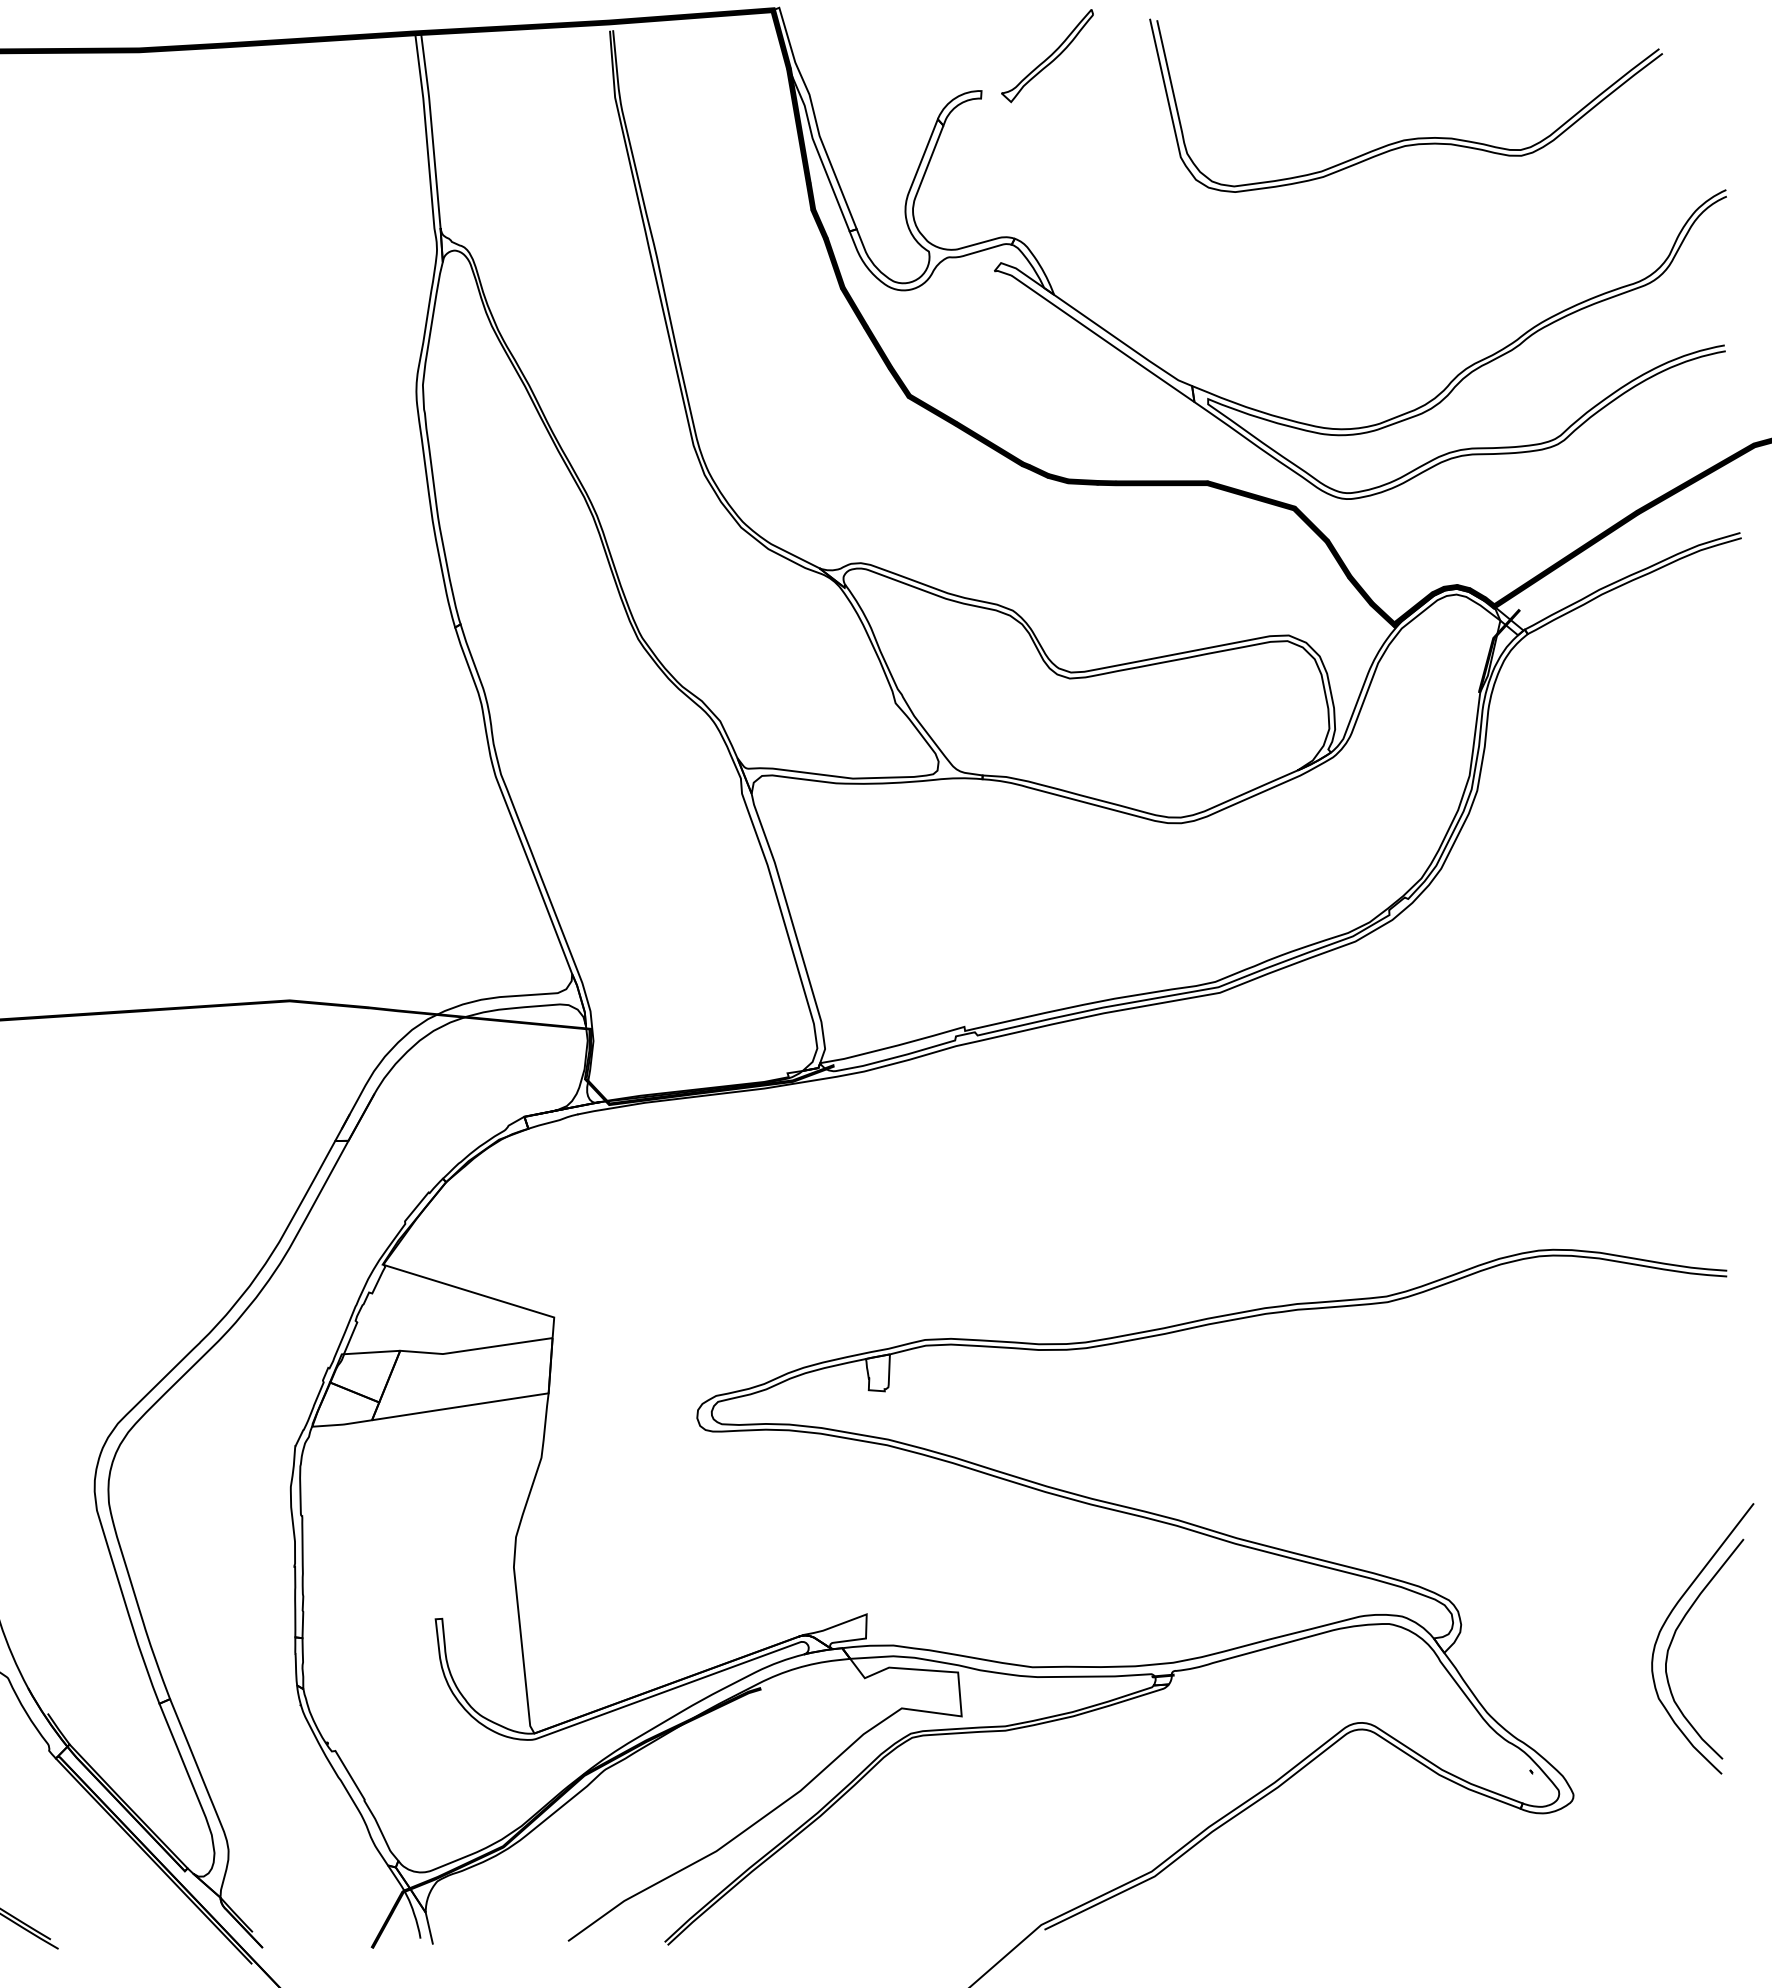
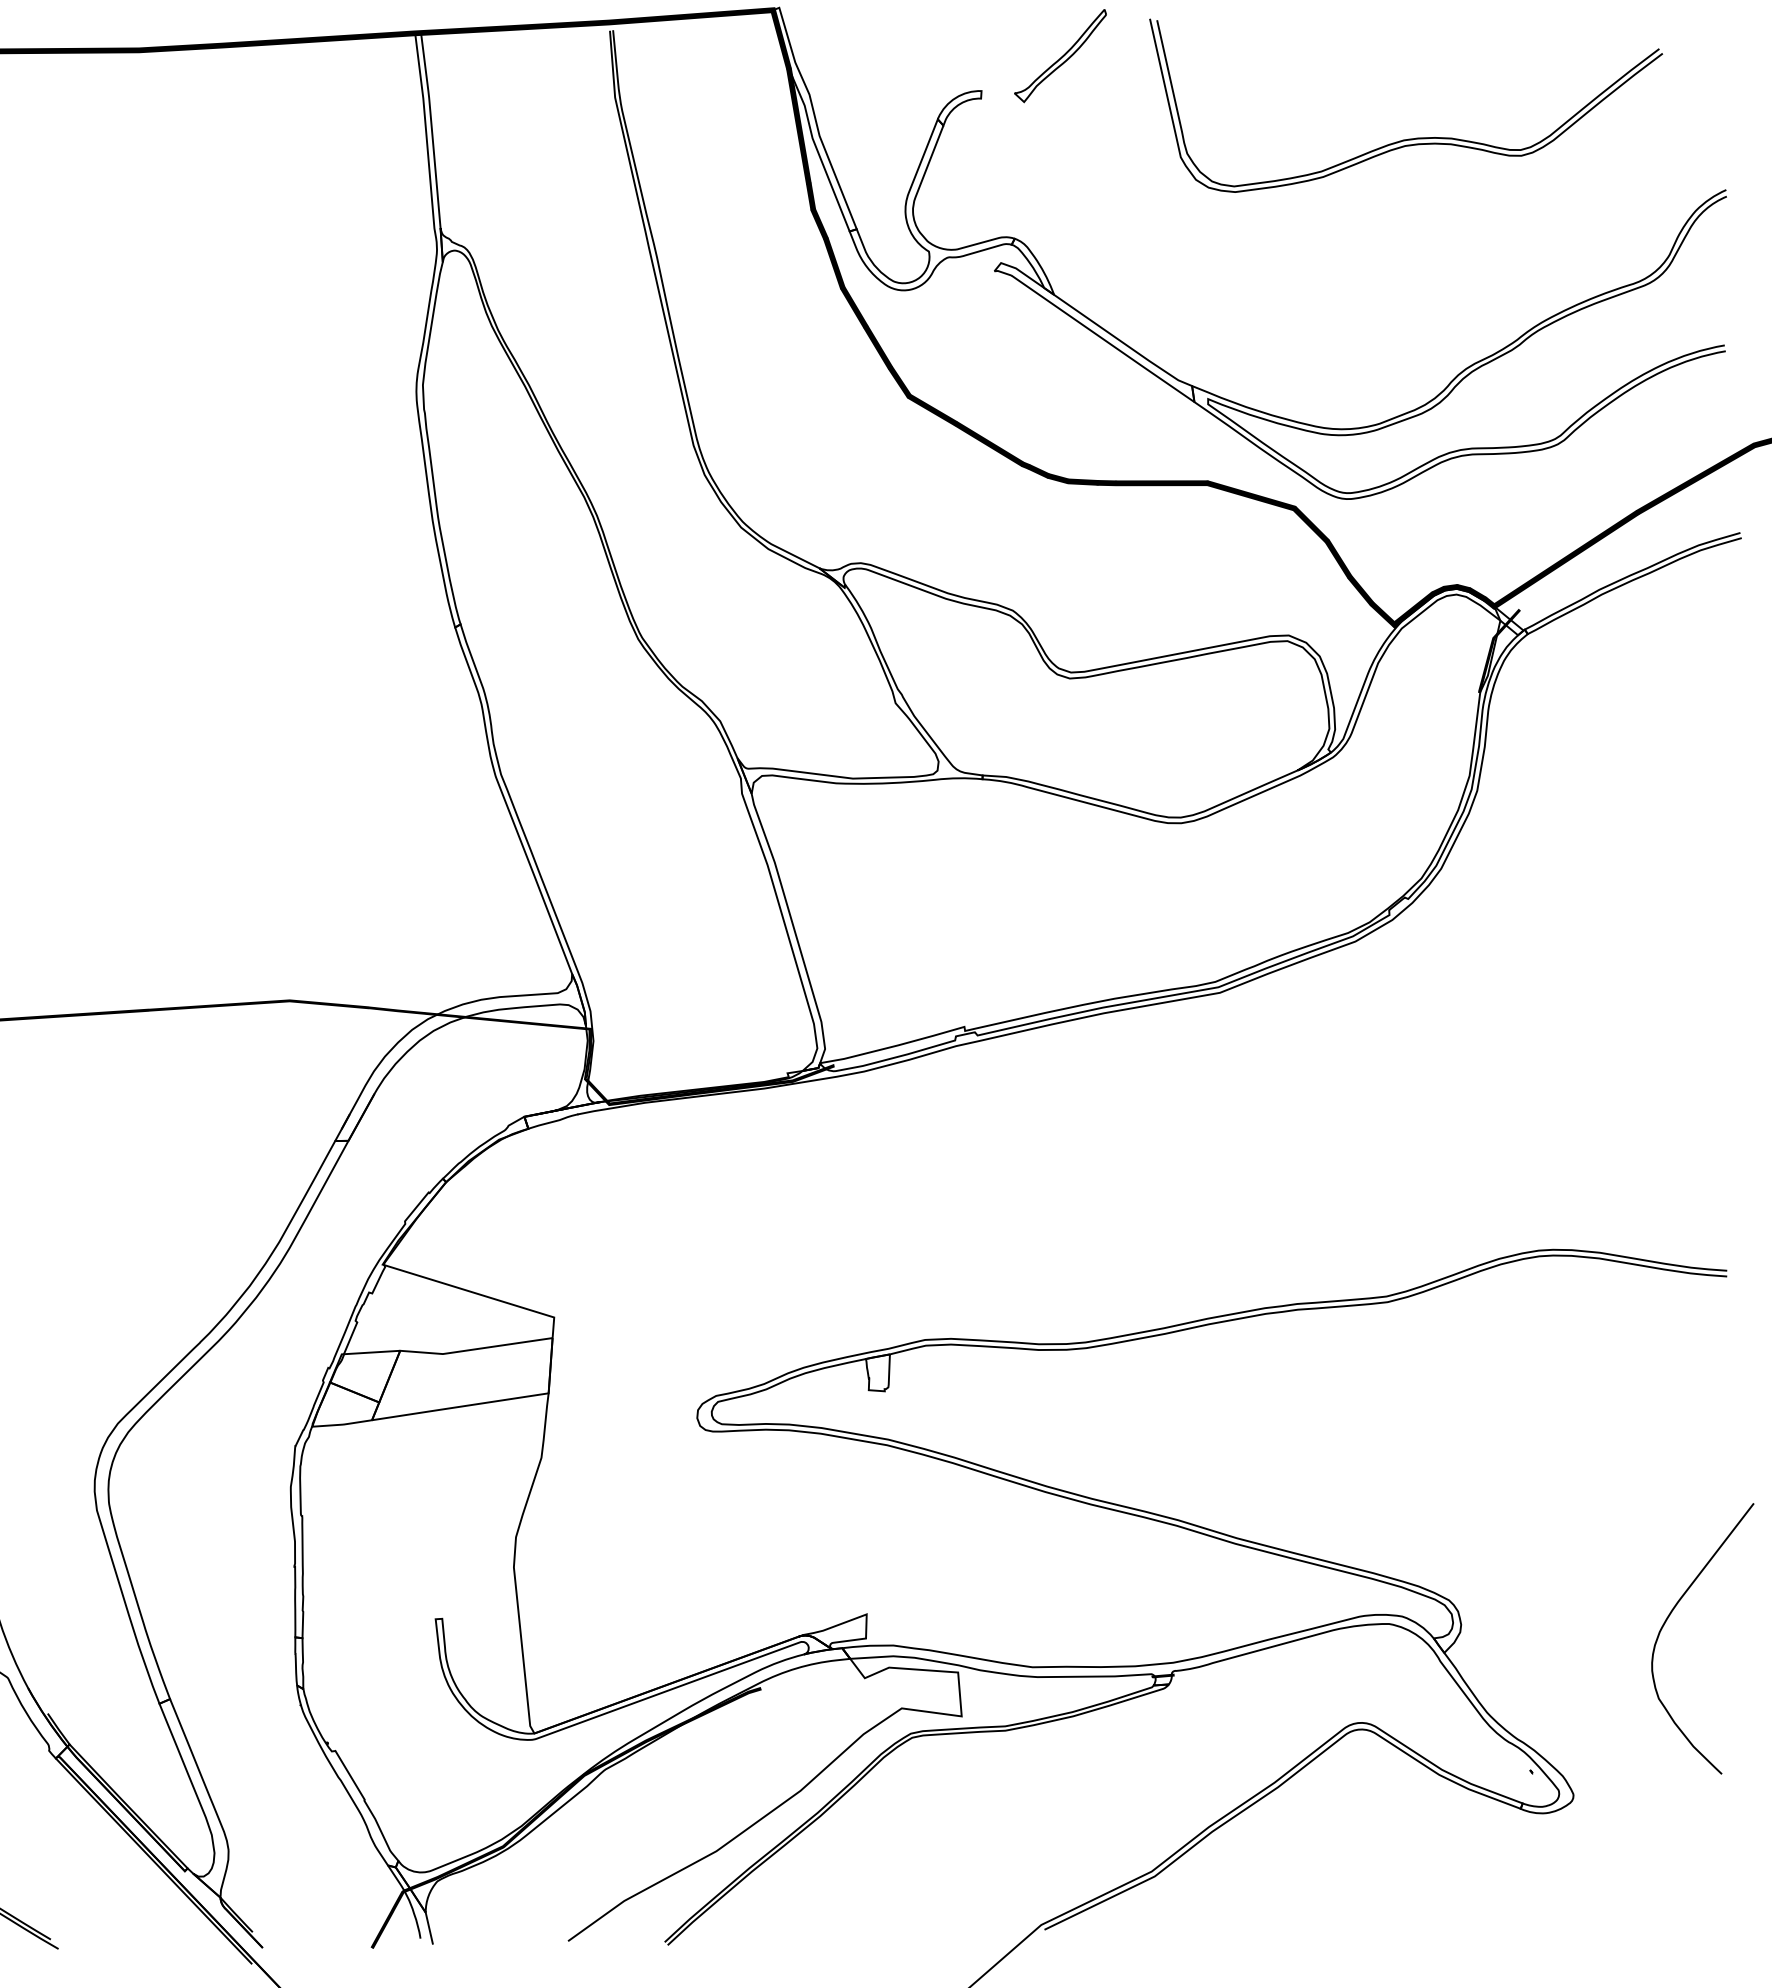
part at (1047, 56) position: (1047, 56) -> (1060, 56)
curve at (1674, 1637): present -> none
